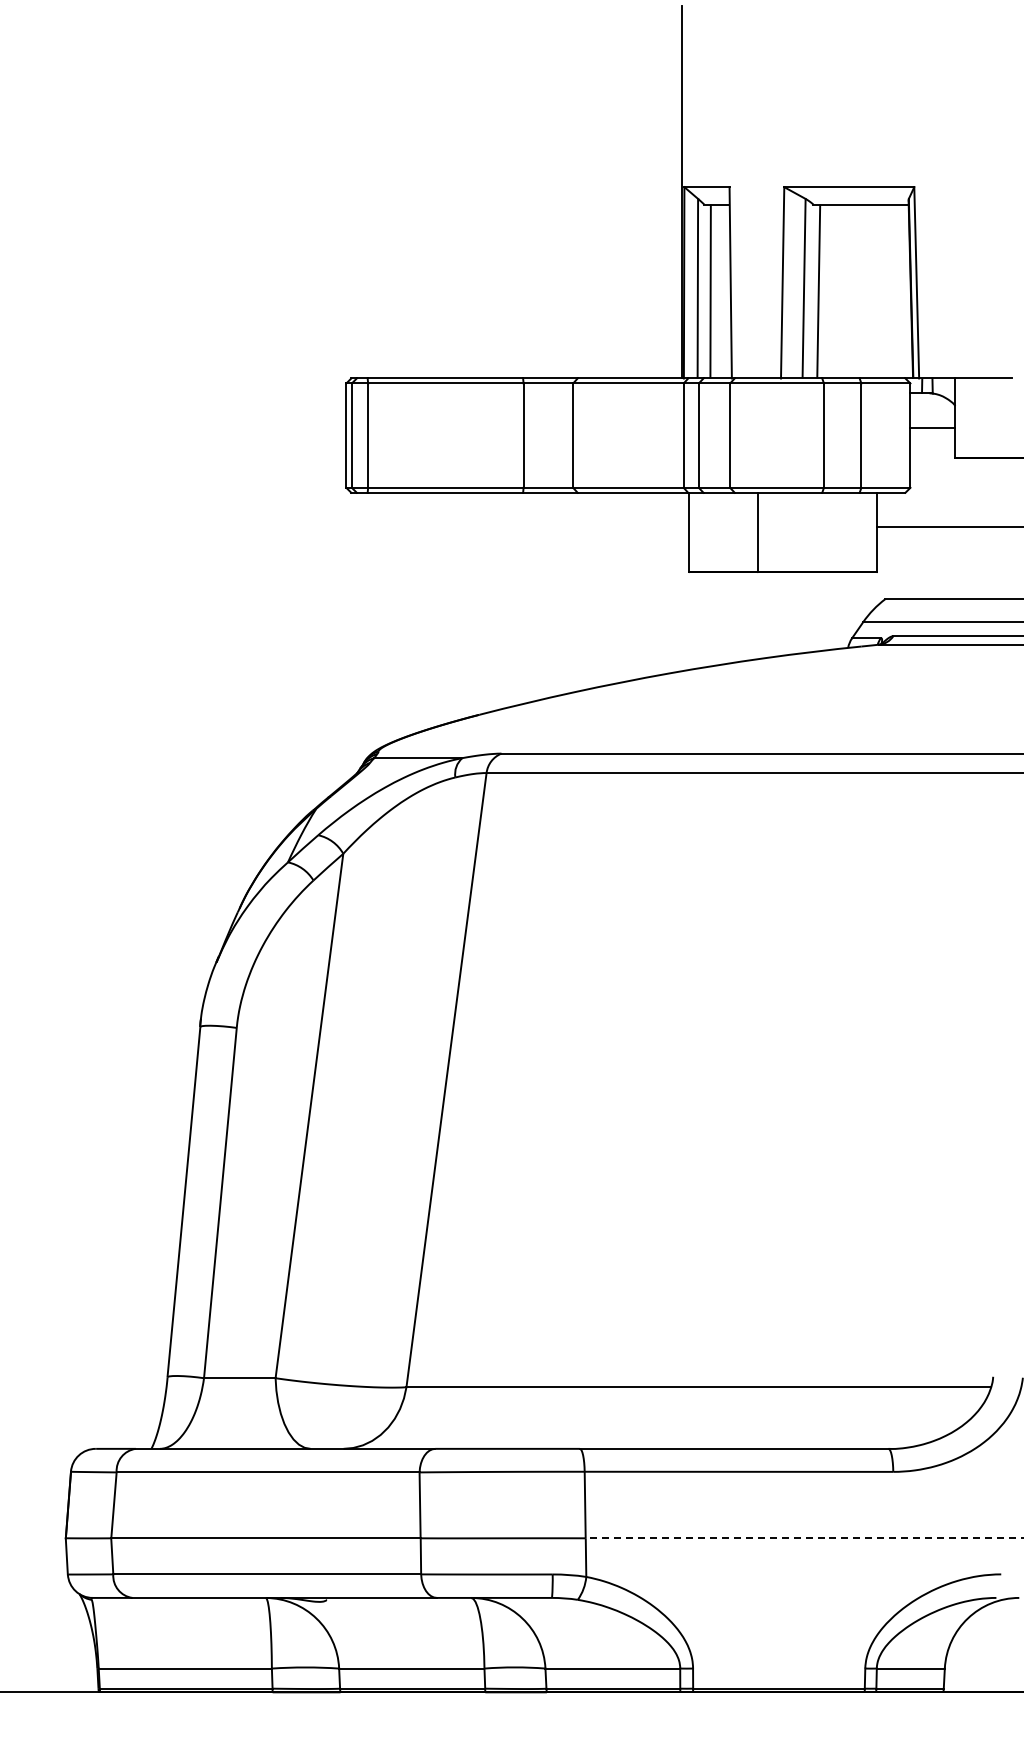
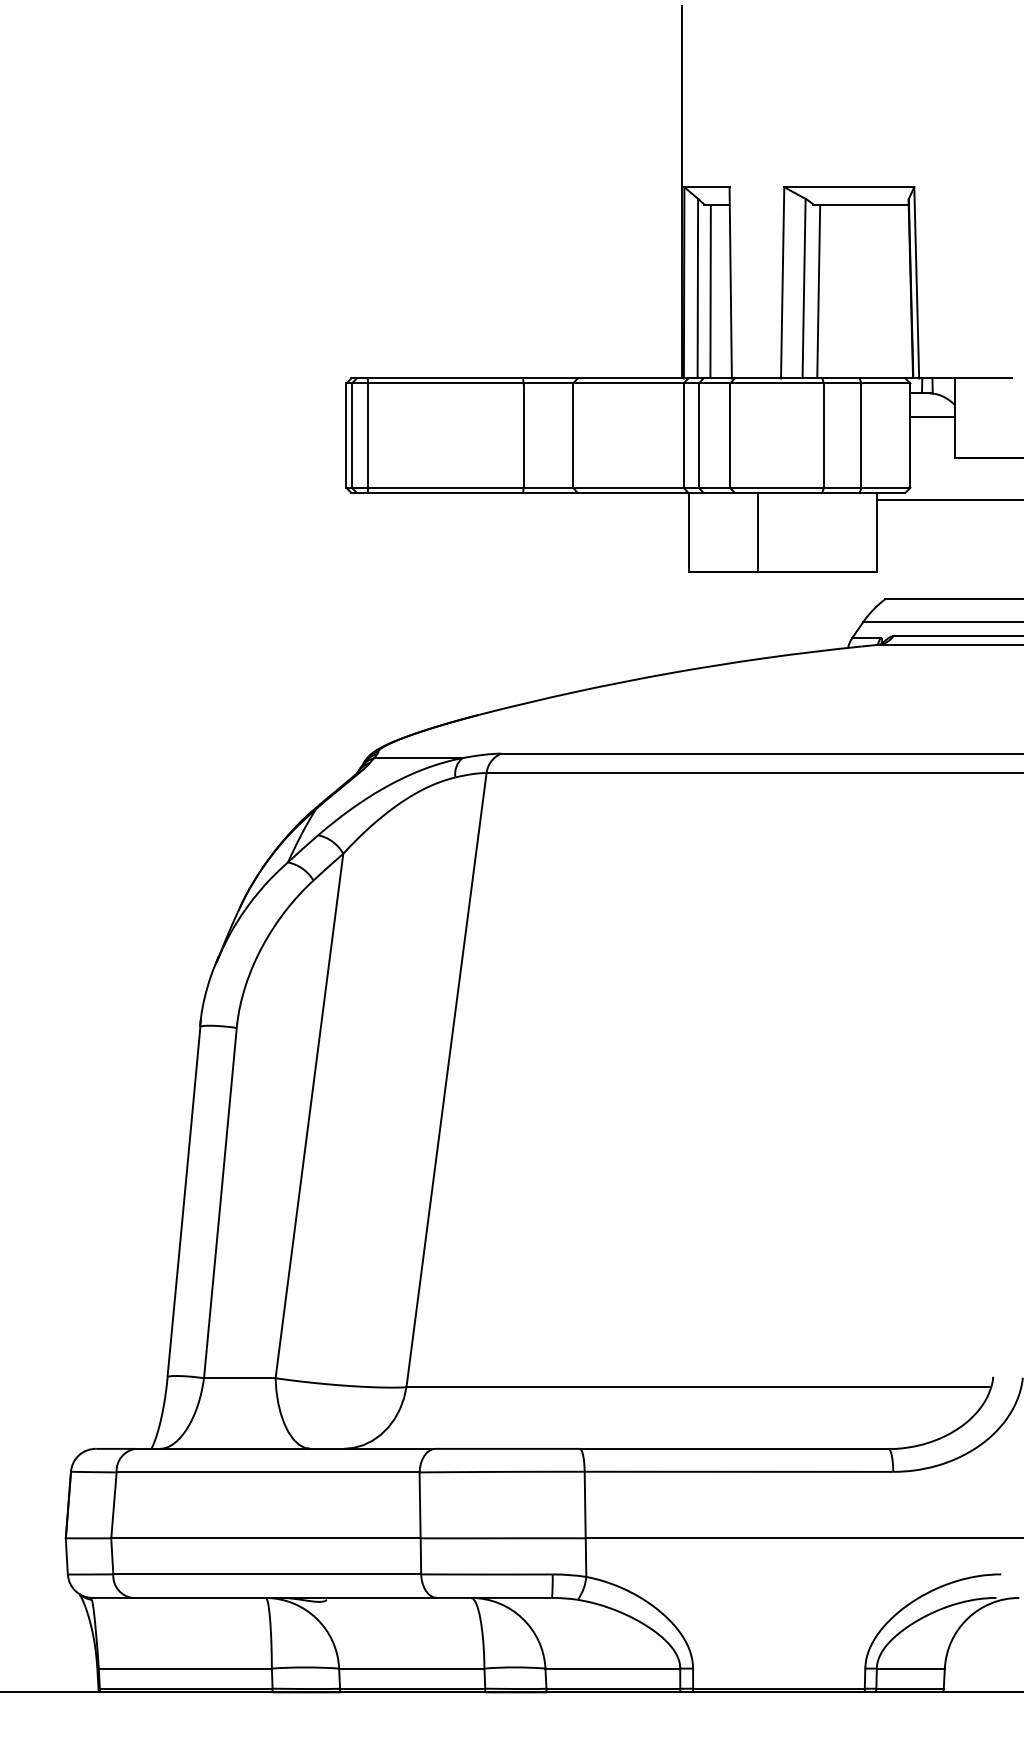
line at (932, 428) position: (932, 428) -> (932, 417)
line at (948, 527) position: (948, 527) -> (948, 500)
line at (804, 1538): dashed -> solid
